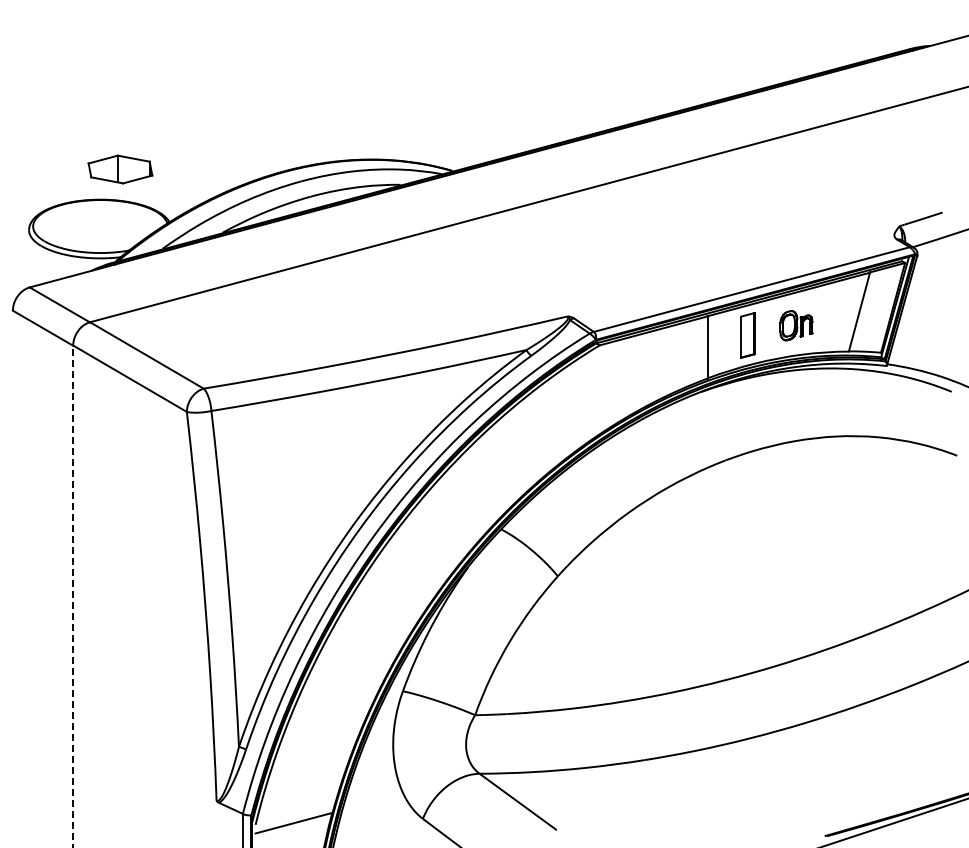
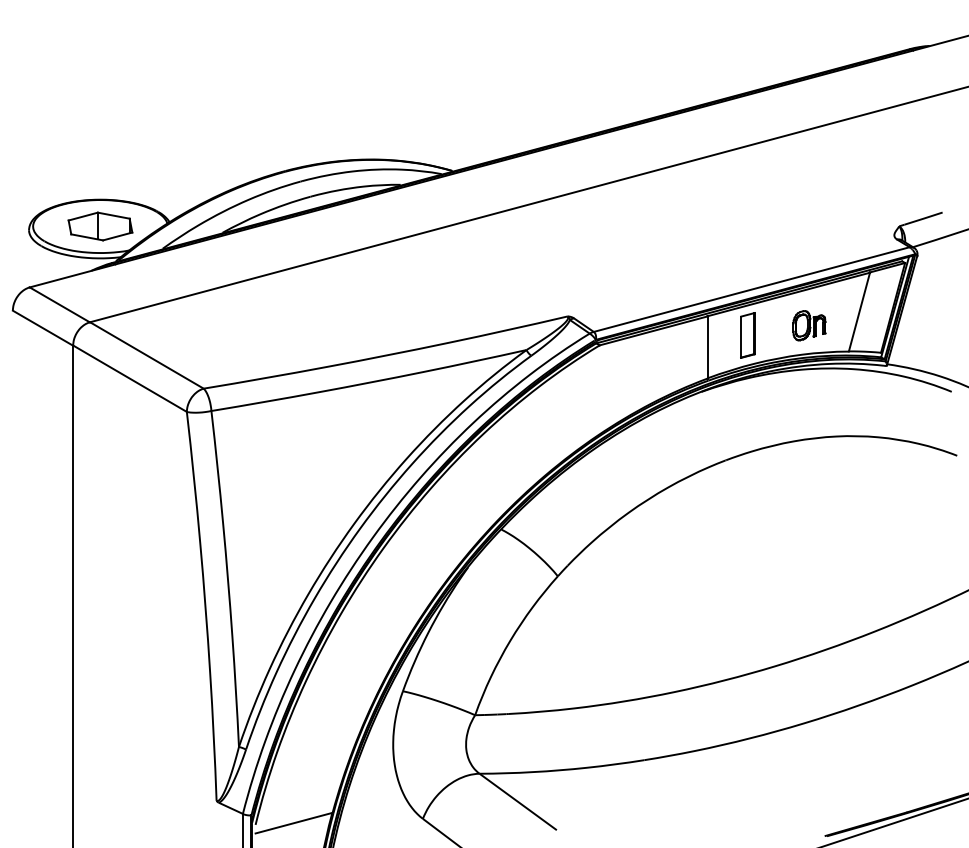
part at (120, 169) position: (120, 169) -> (100, 226)
part at (796, 325) position: (796, 325) -> (809, 325)
line at (73, 596): dashed -> solid
